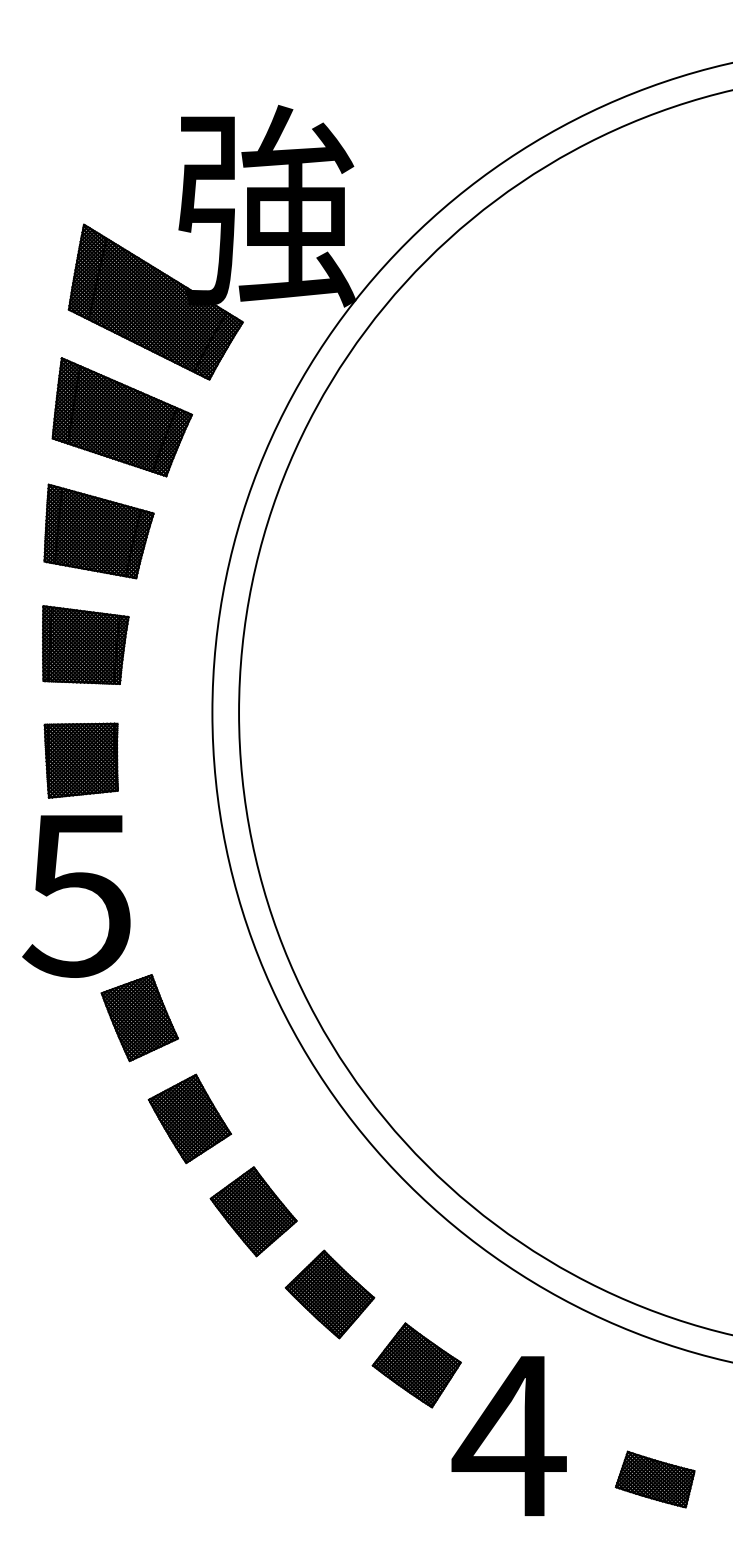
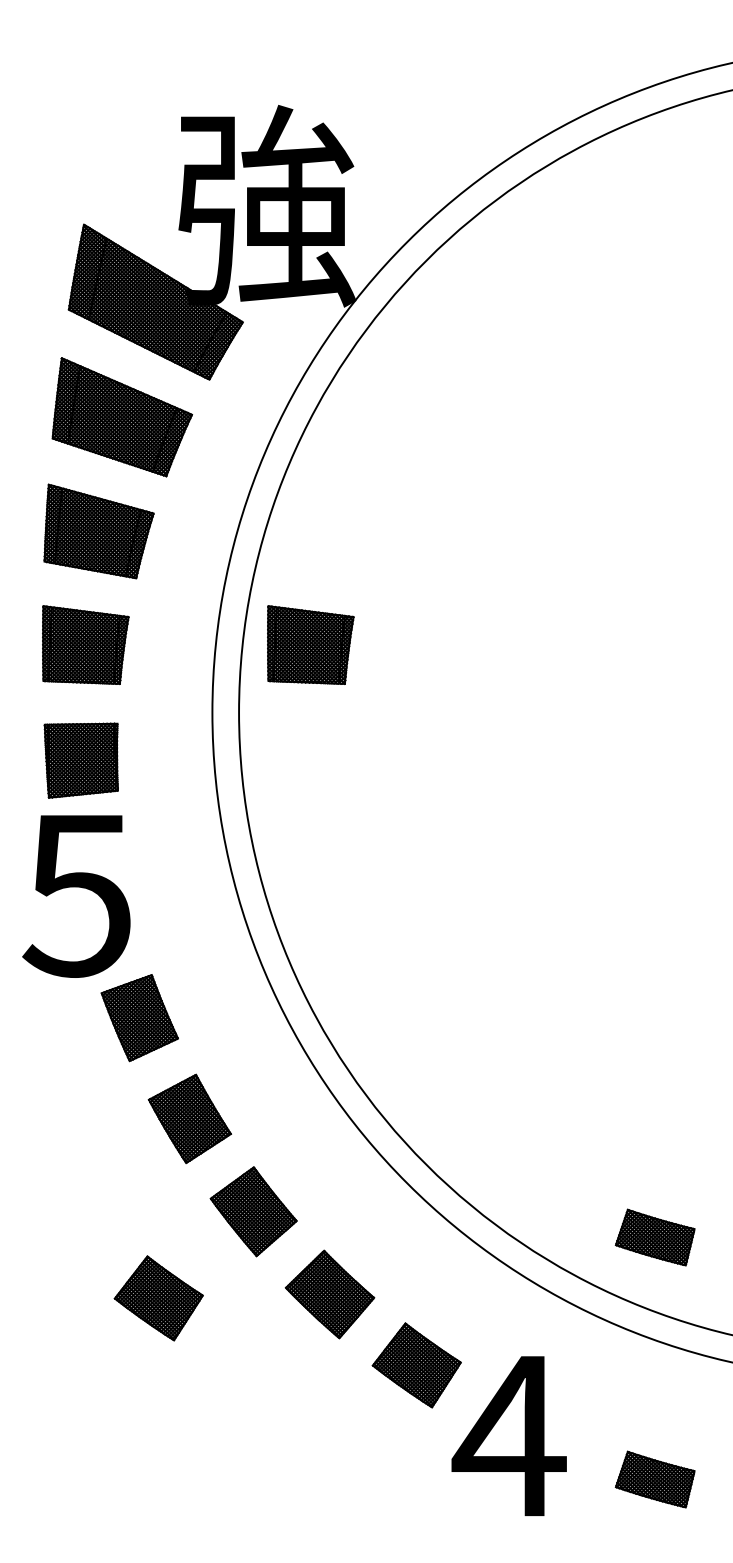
part at (310, 644): none -> present
part at (654, 1237): none -> present
part at (158, 1298): none -> present
